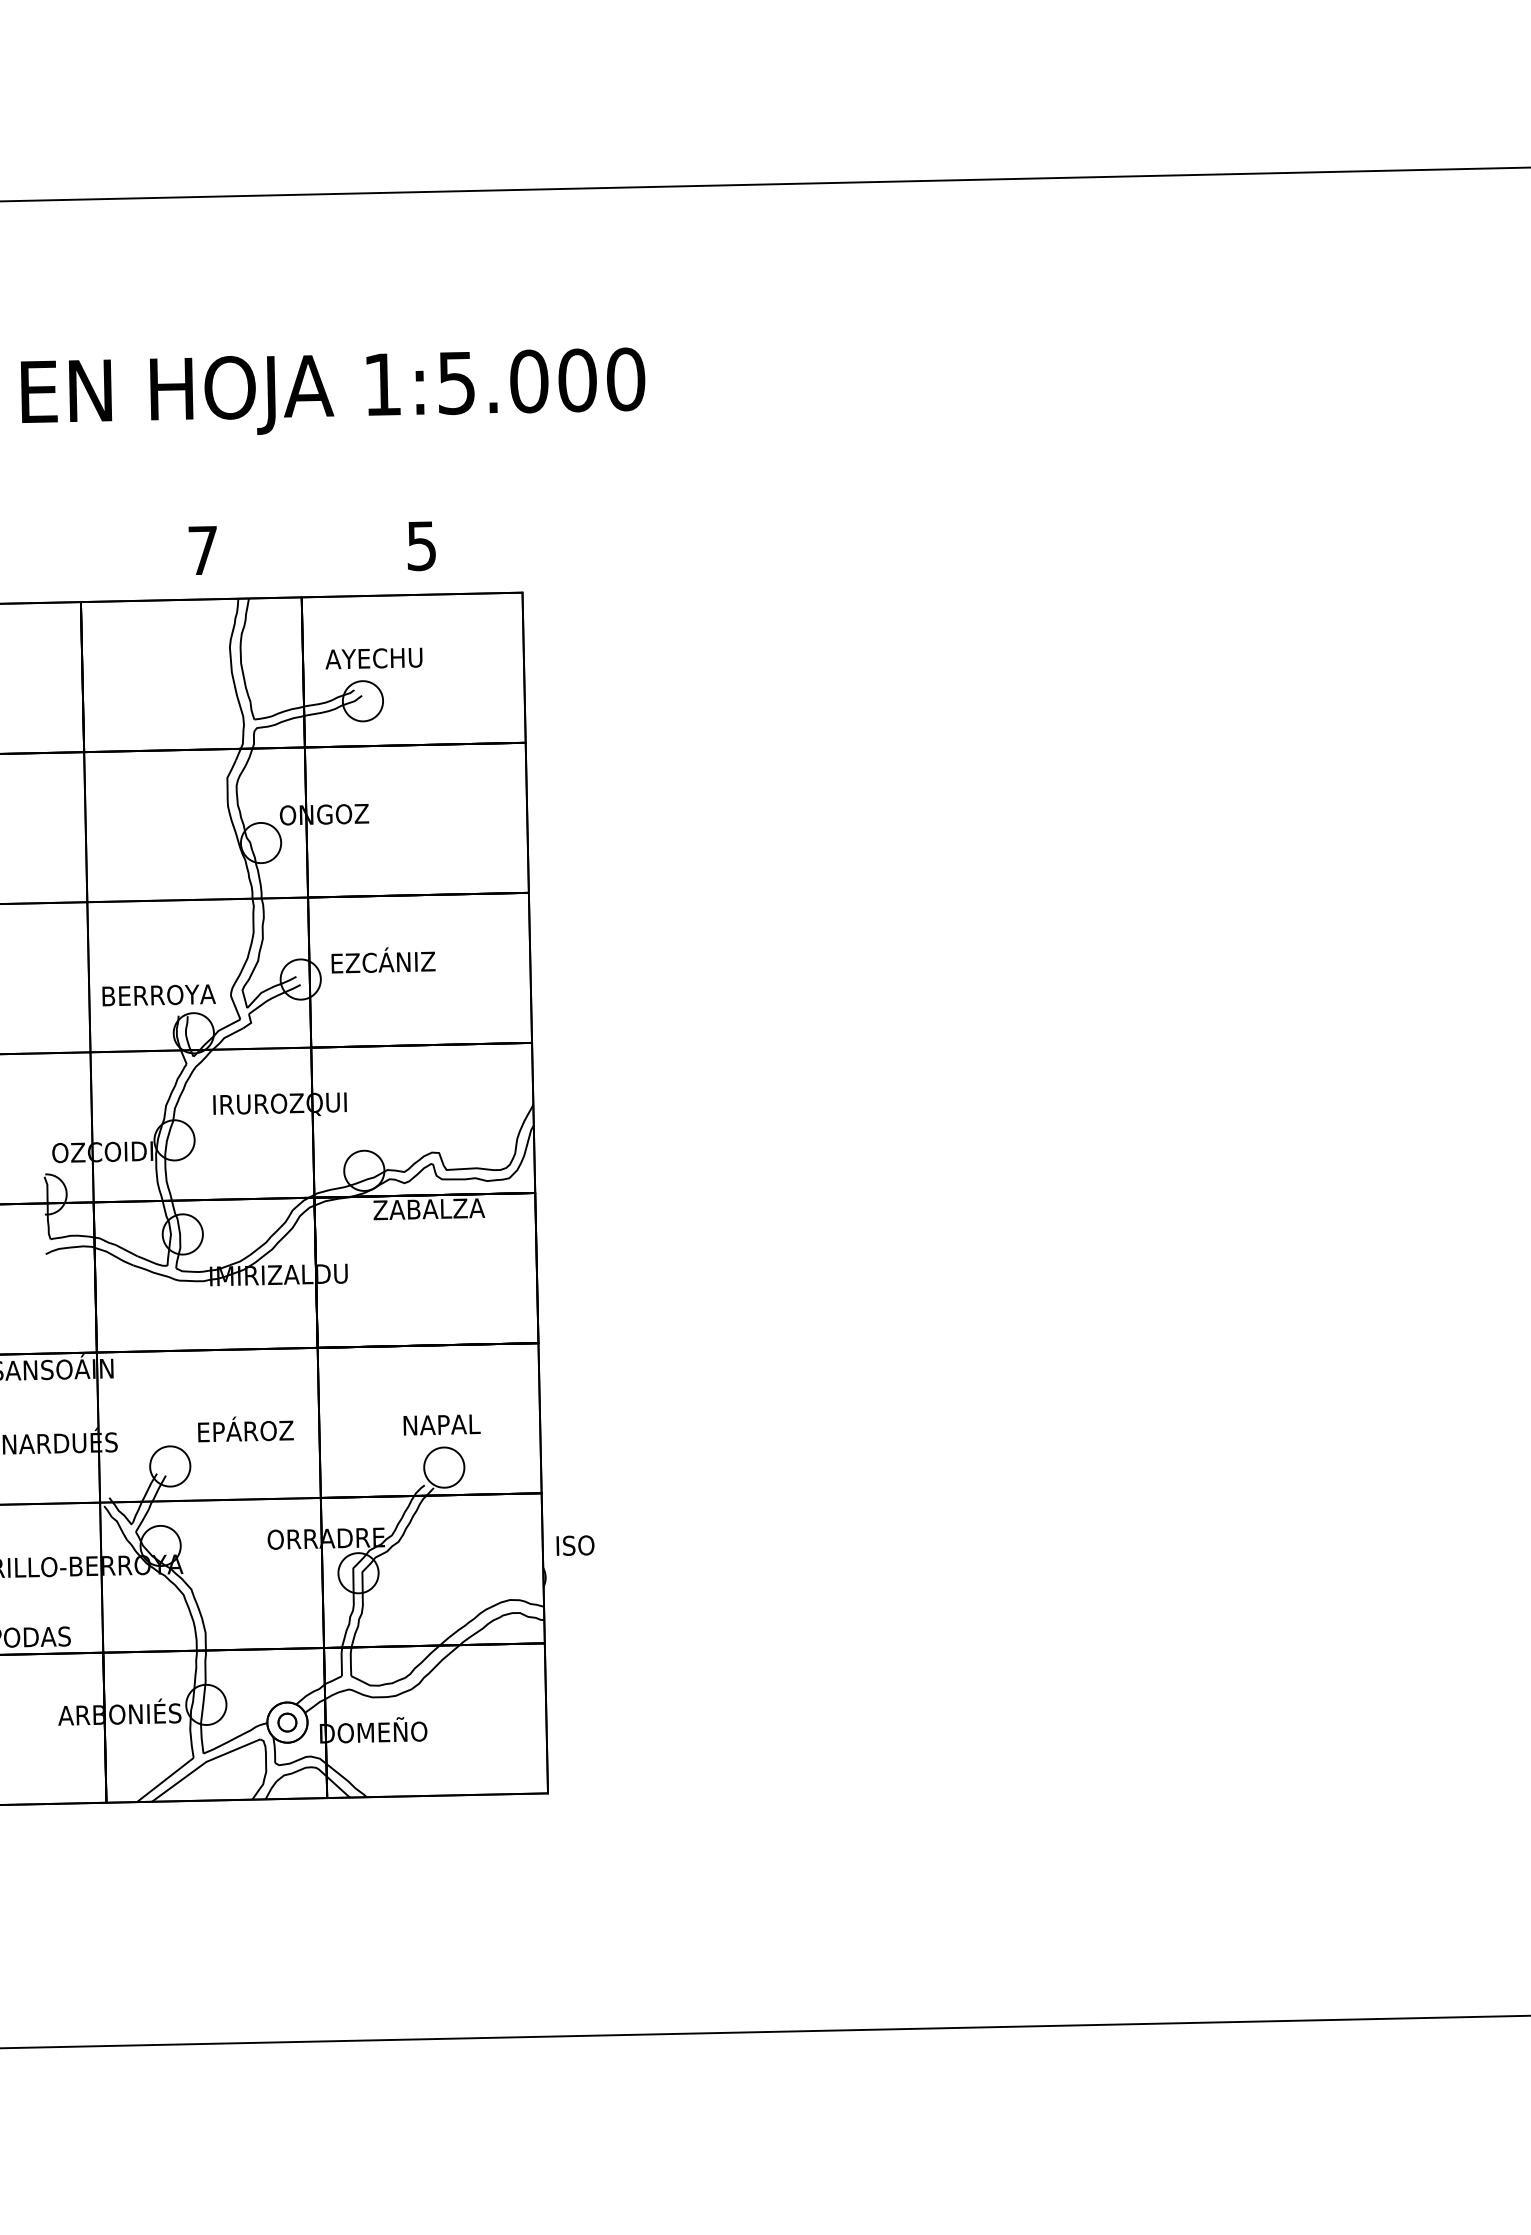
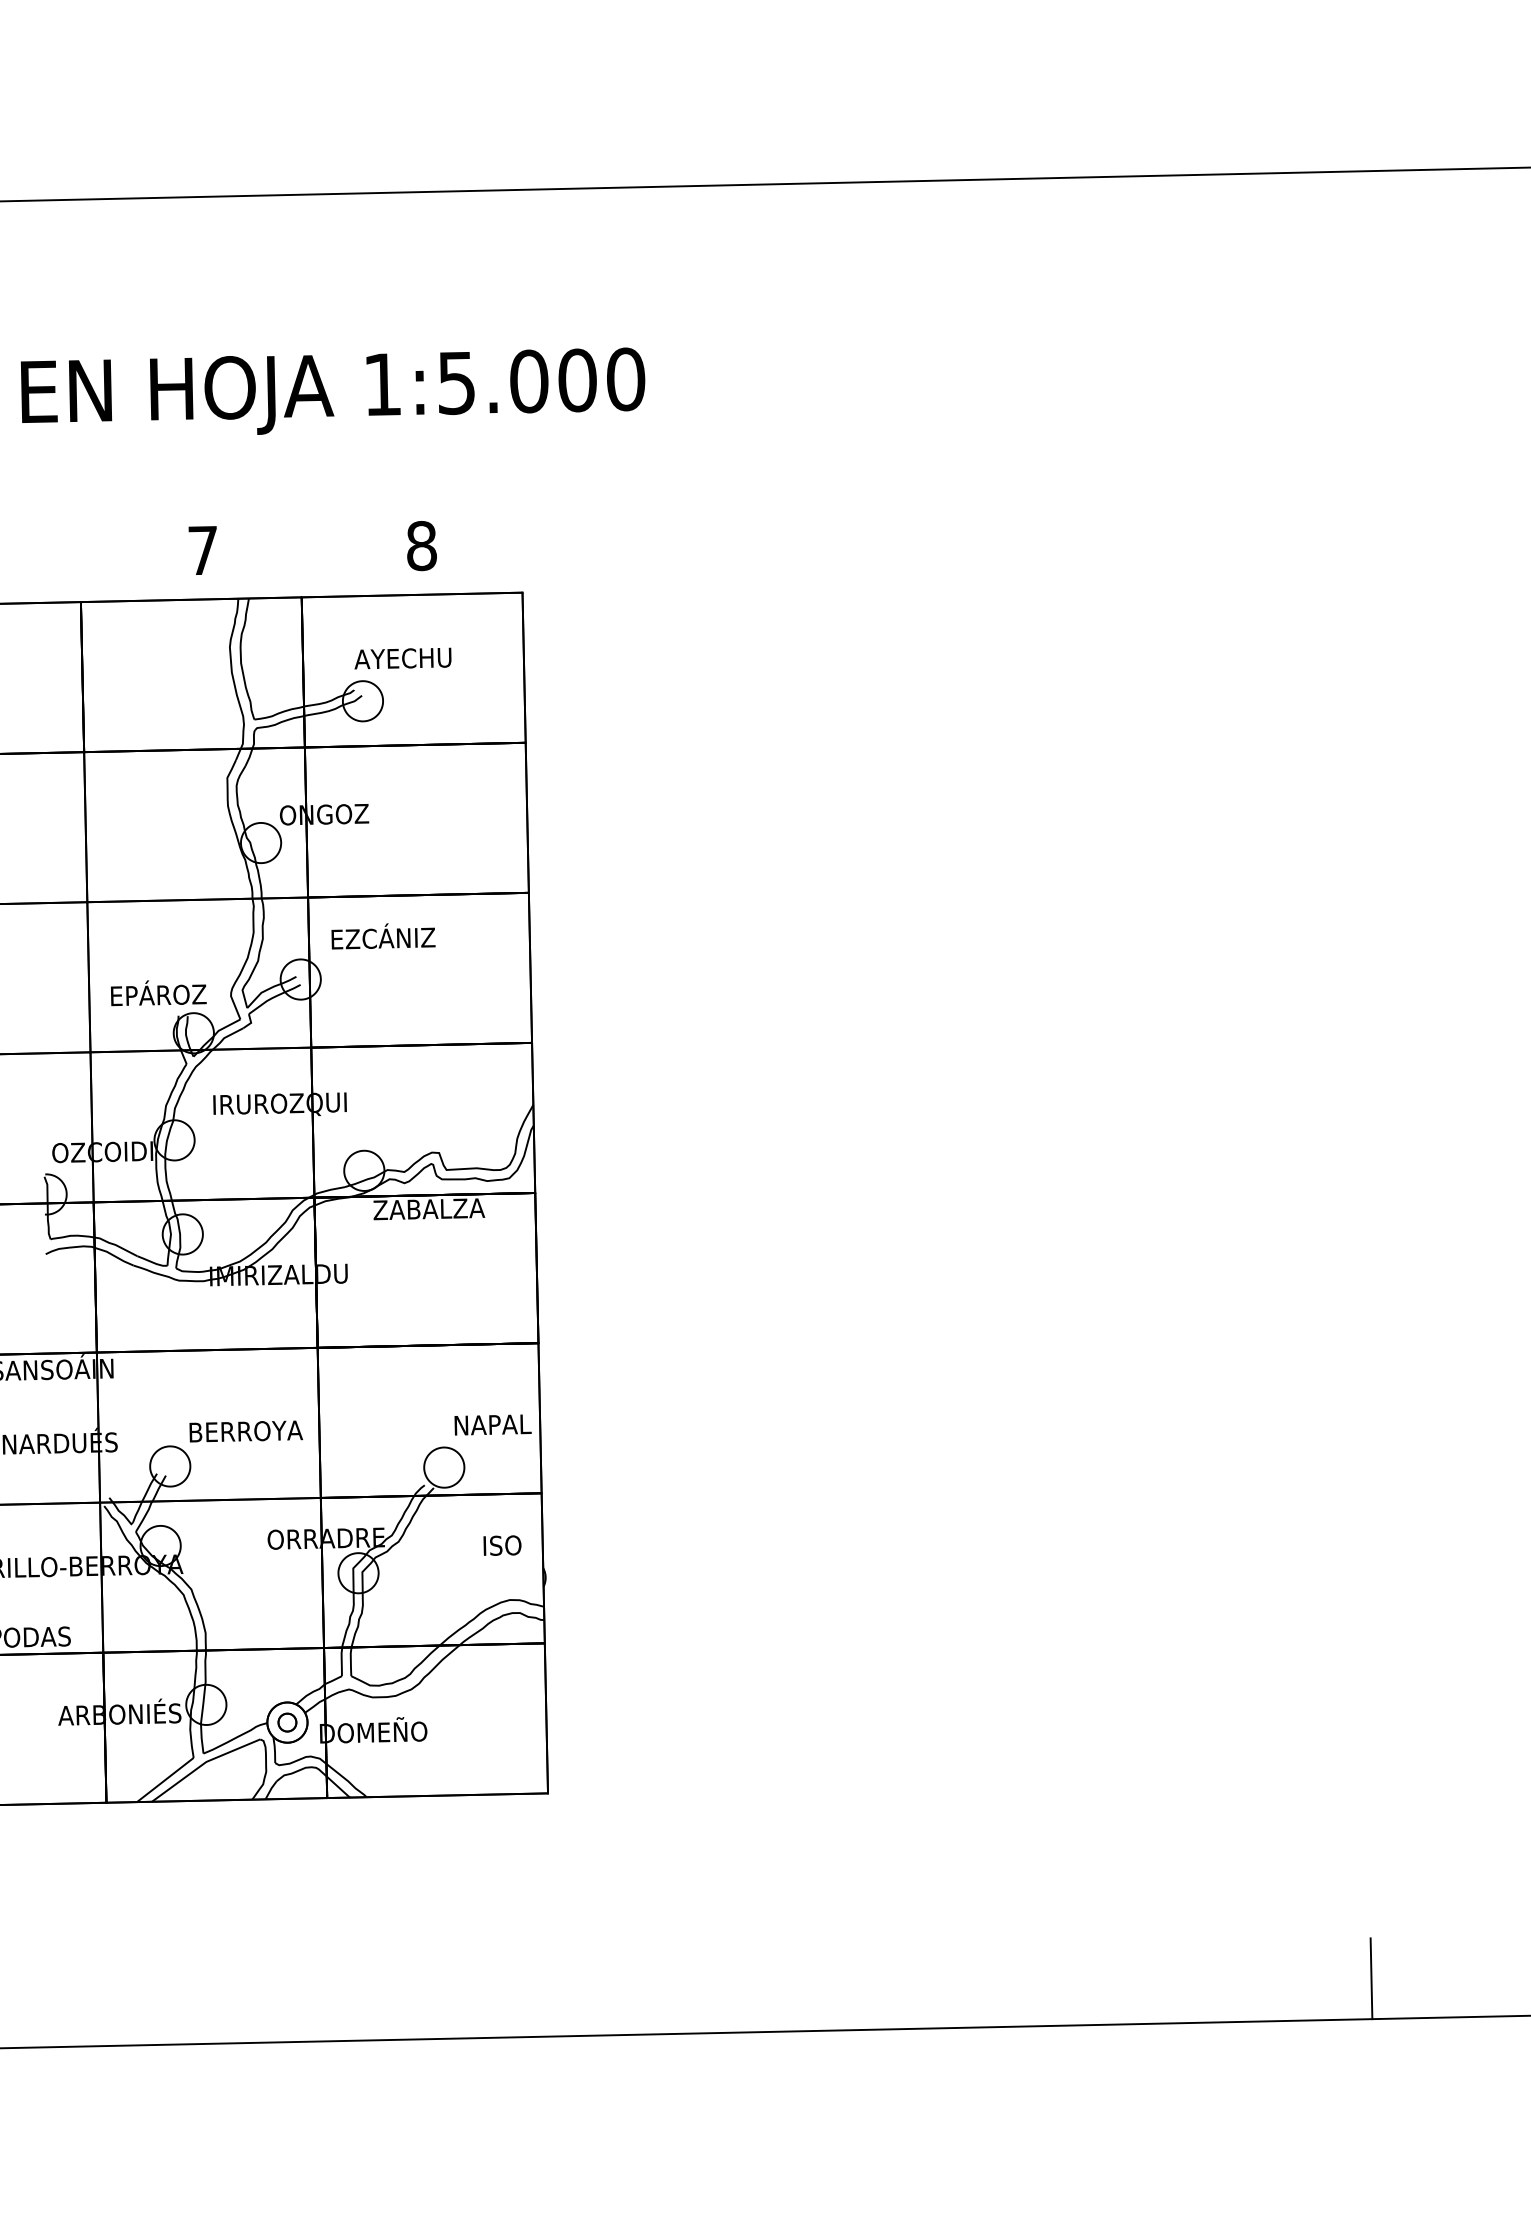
text at (421, 546): 5 -> 8
text at (373, 658) position: (373, 658) -> (402, 658)
text at (383, 960) position: (383, 960) -> (383, 936)
text at (158, 993): BERROYA -> EPÁROZ
text at (441, 1424) position: (441, 1424) -> (492, 1424)
text at (246, 1429): EPÁROZ -> BERROYA
text at (575, 1545) position: (575, 1545) -> (502, 1545)
line at (1371, 1978): none -> present
